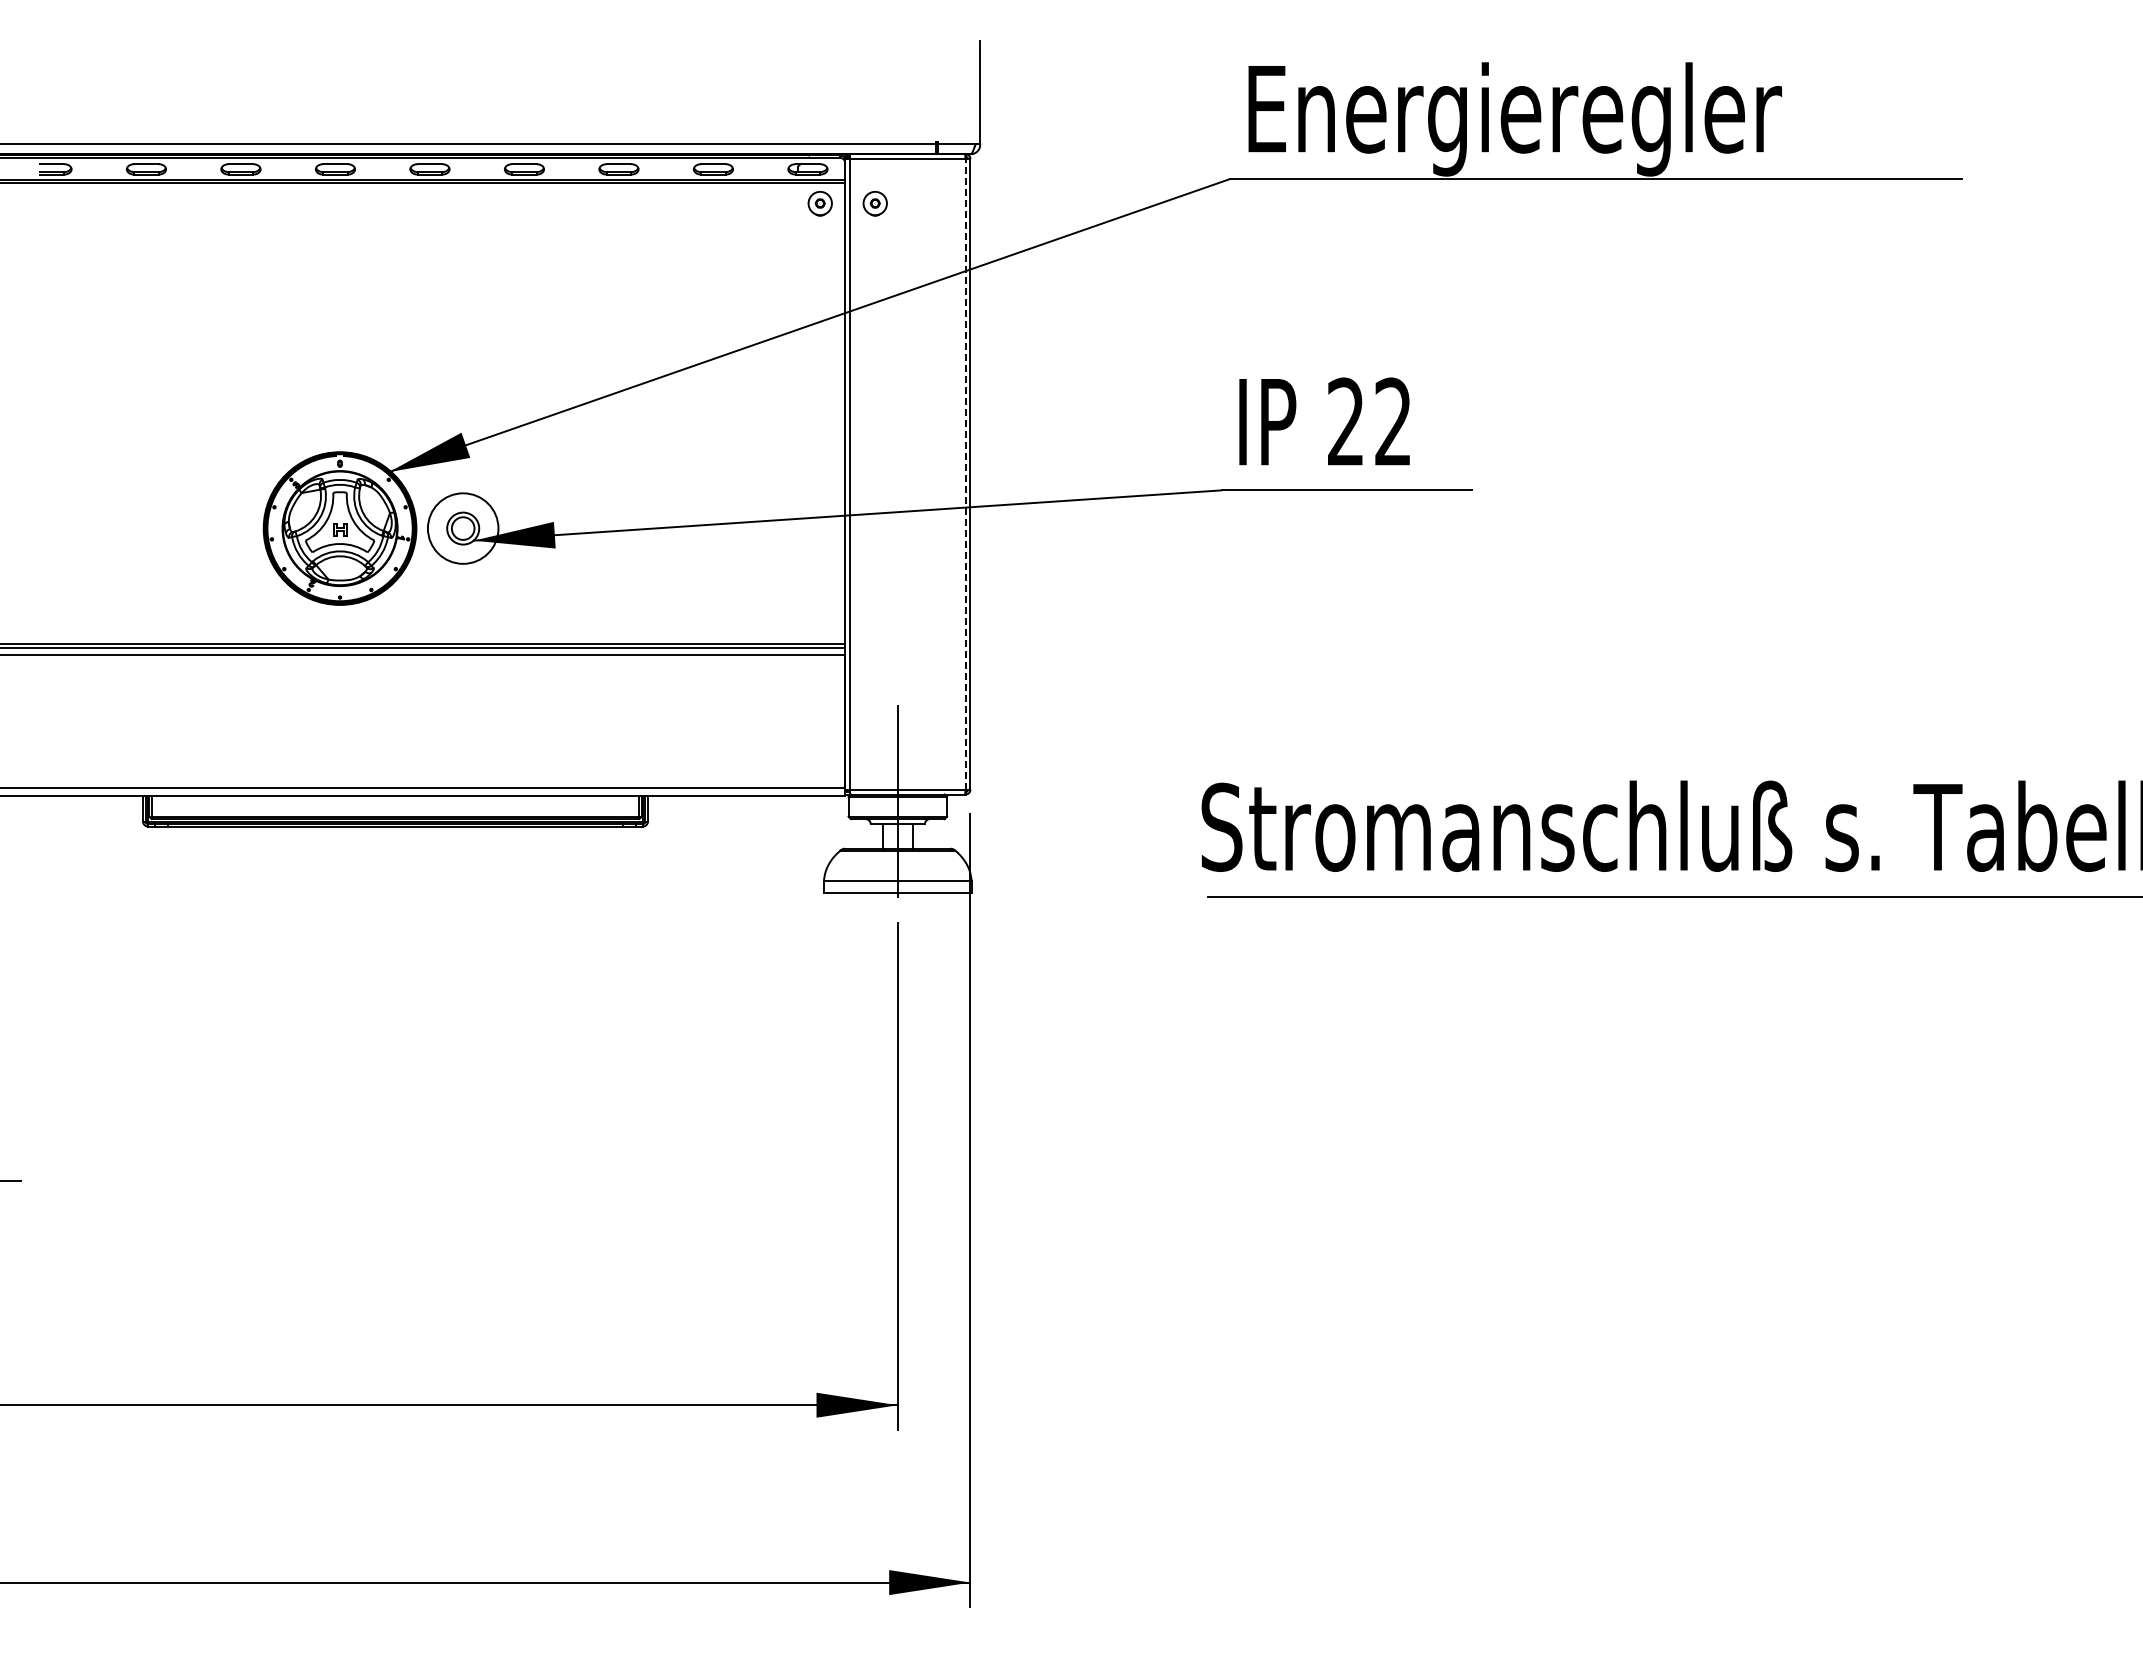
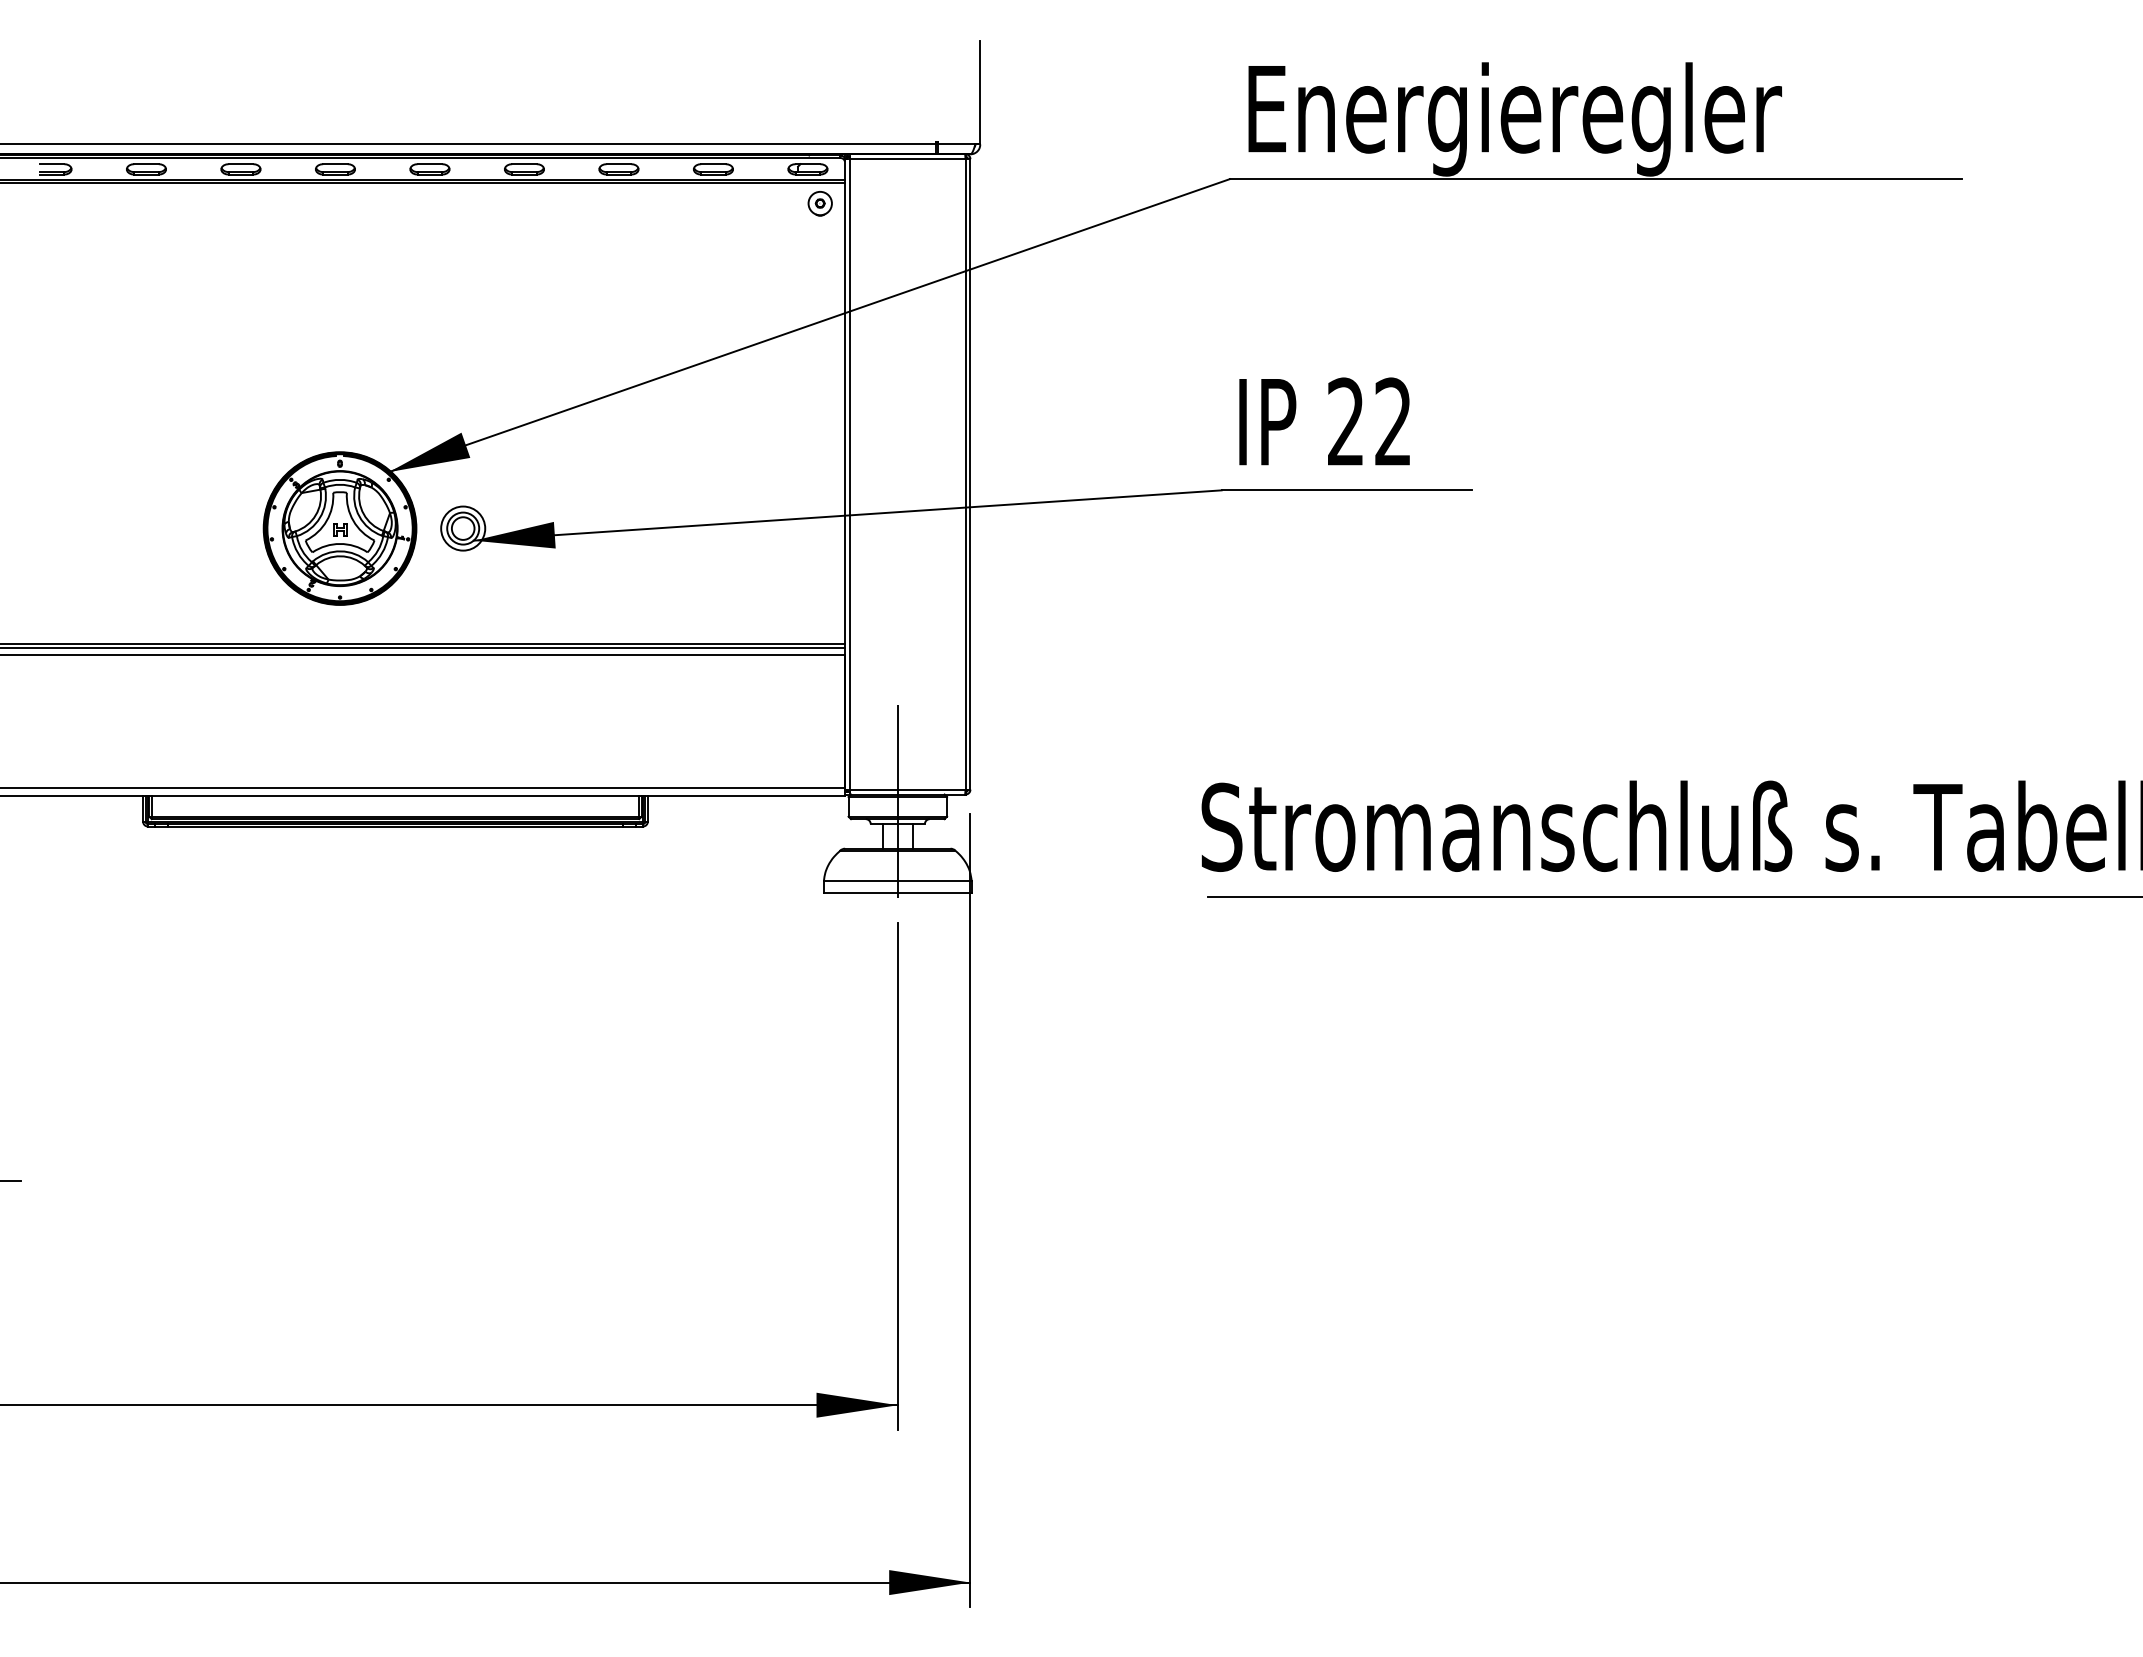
part at (874, 203): present -> none
line at (965, 473): dashed -> solid
circle at (462, 528) diameter: 71 px -> 44 px
